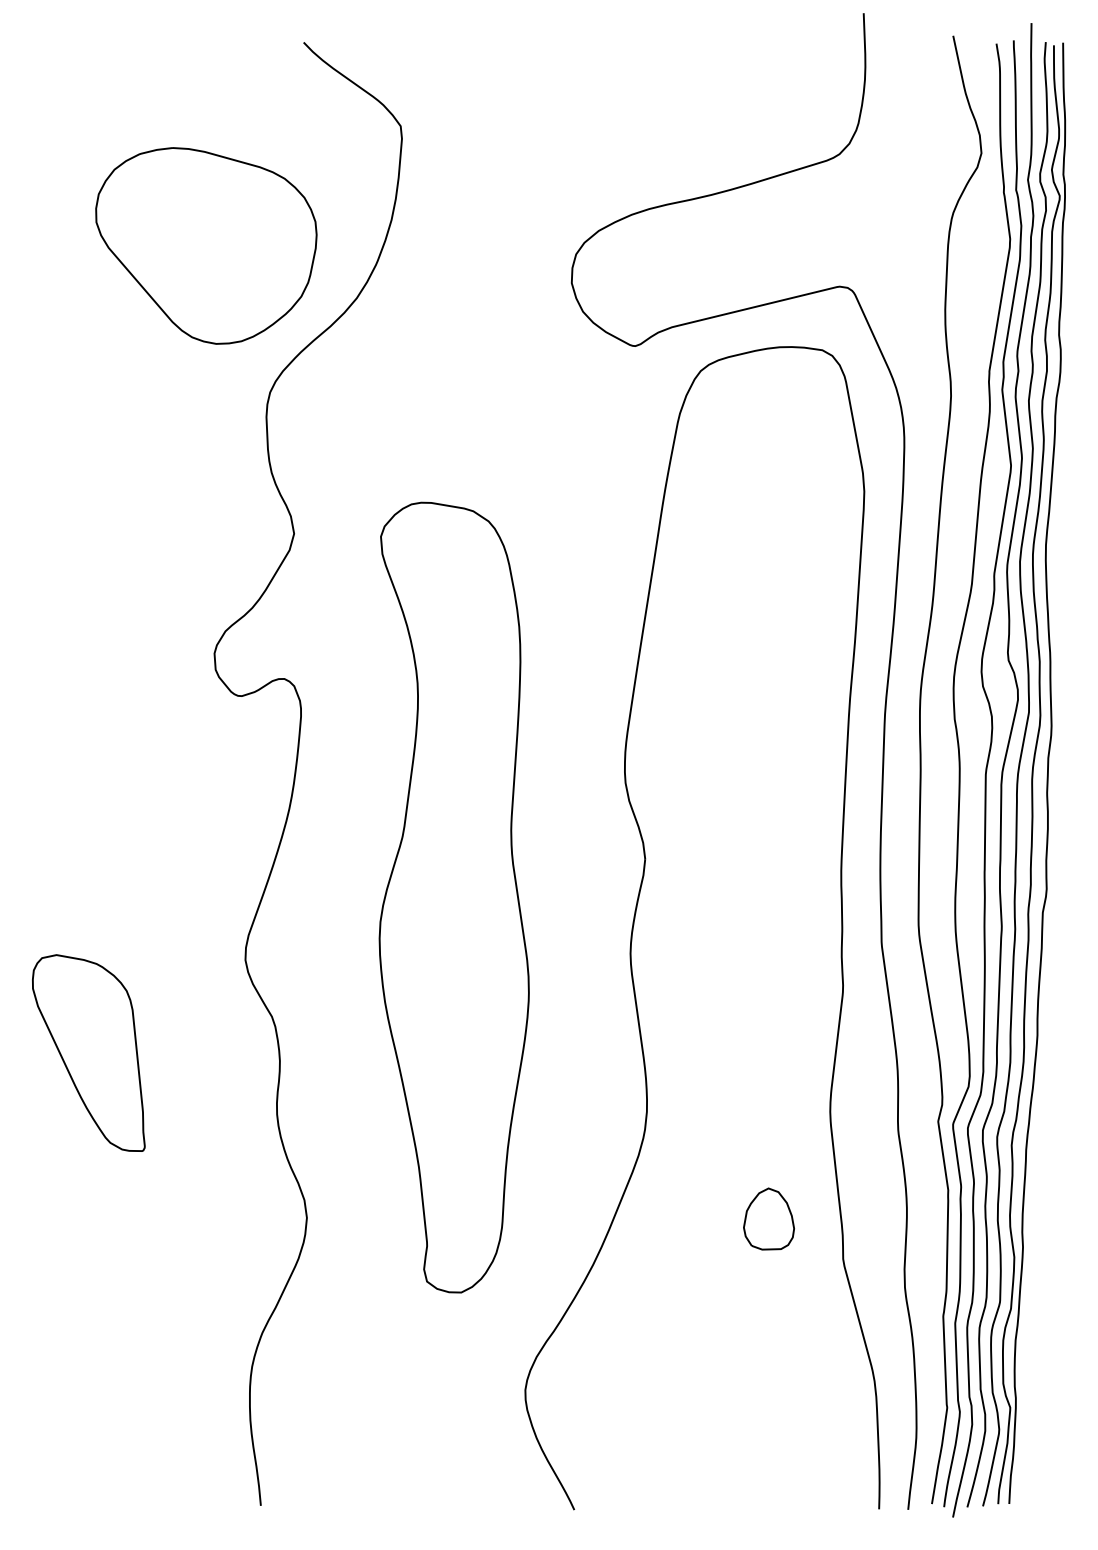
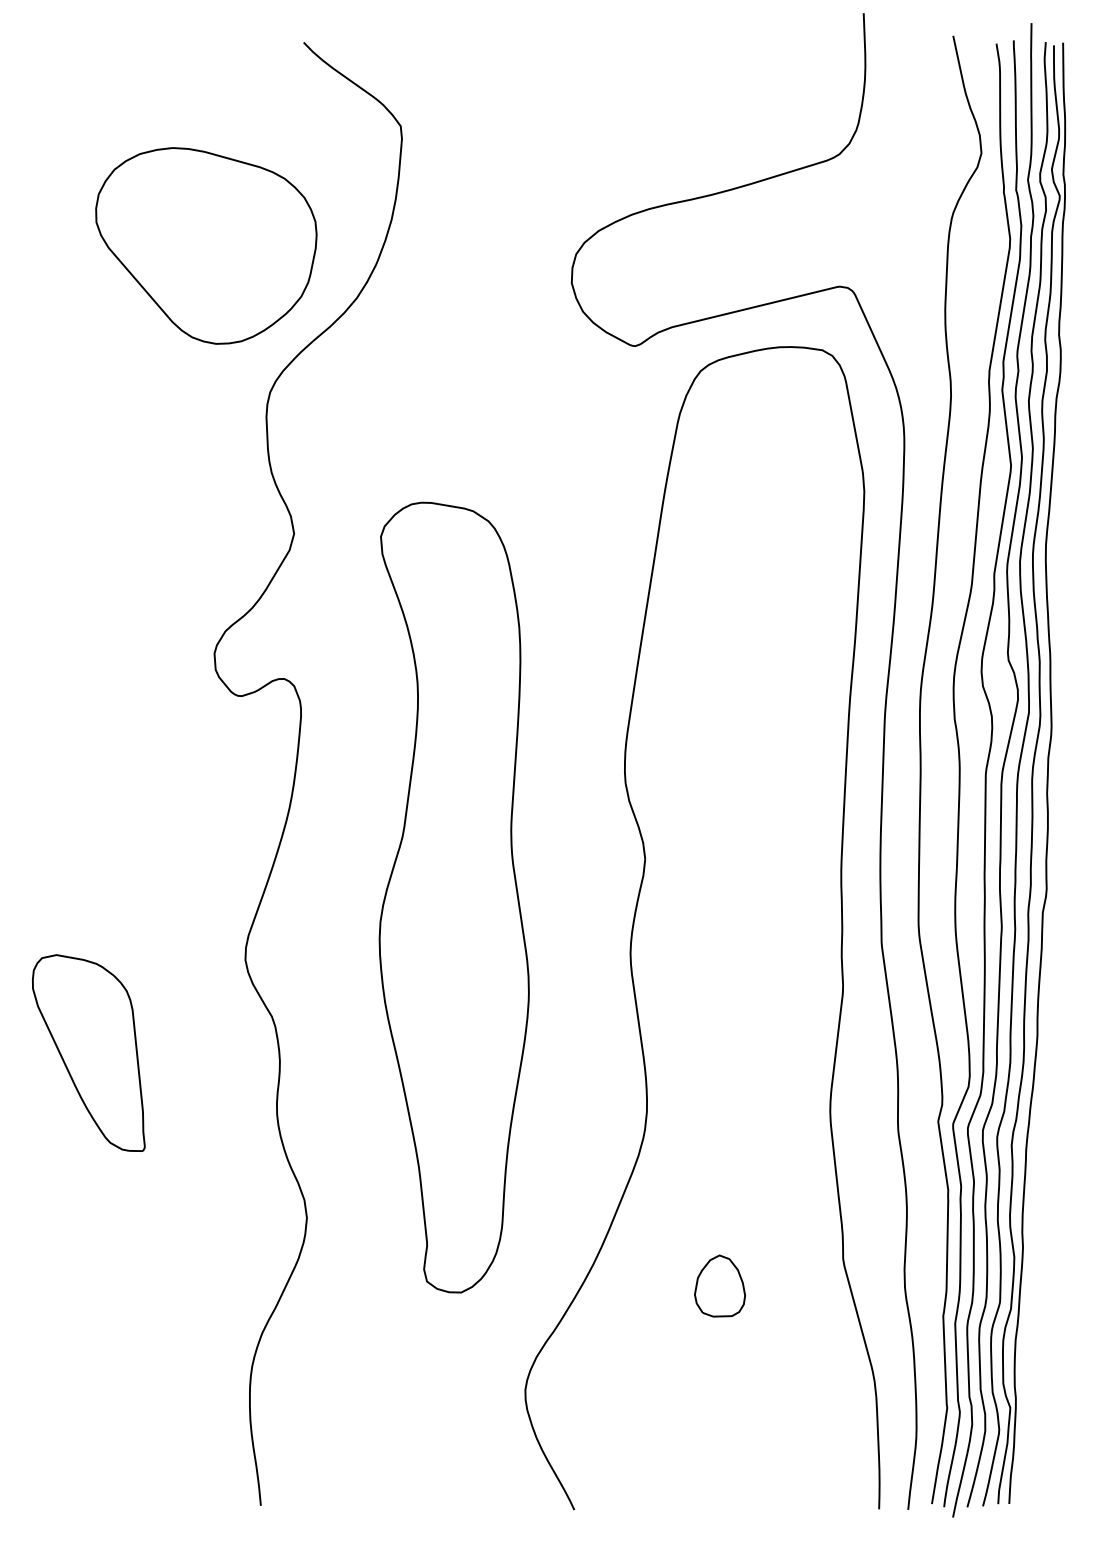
part at (768, 1218) position: (768, 1218) -> (719, 1285)
